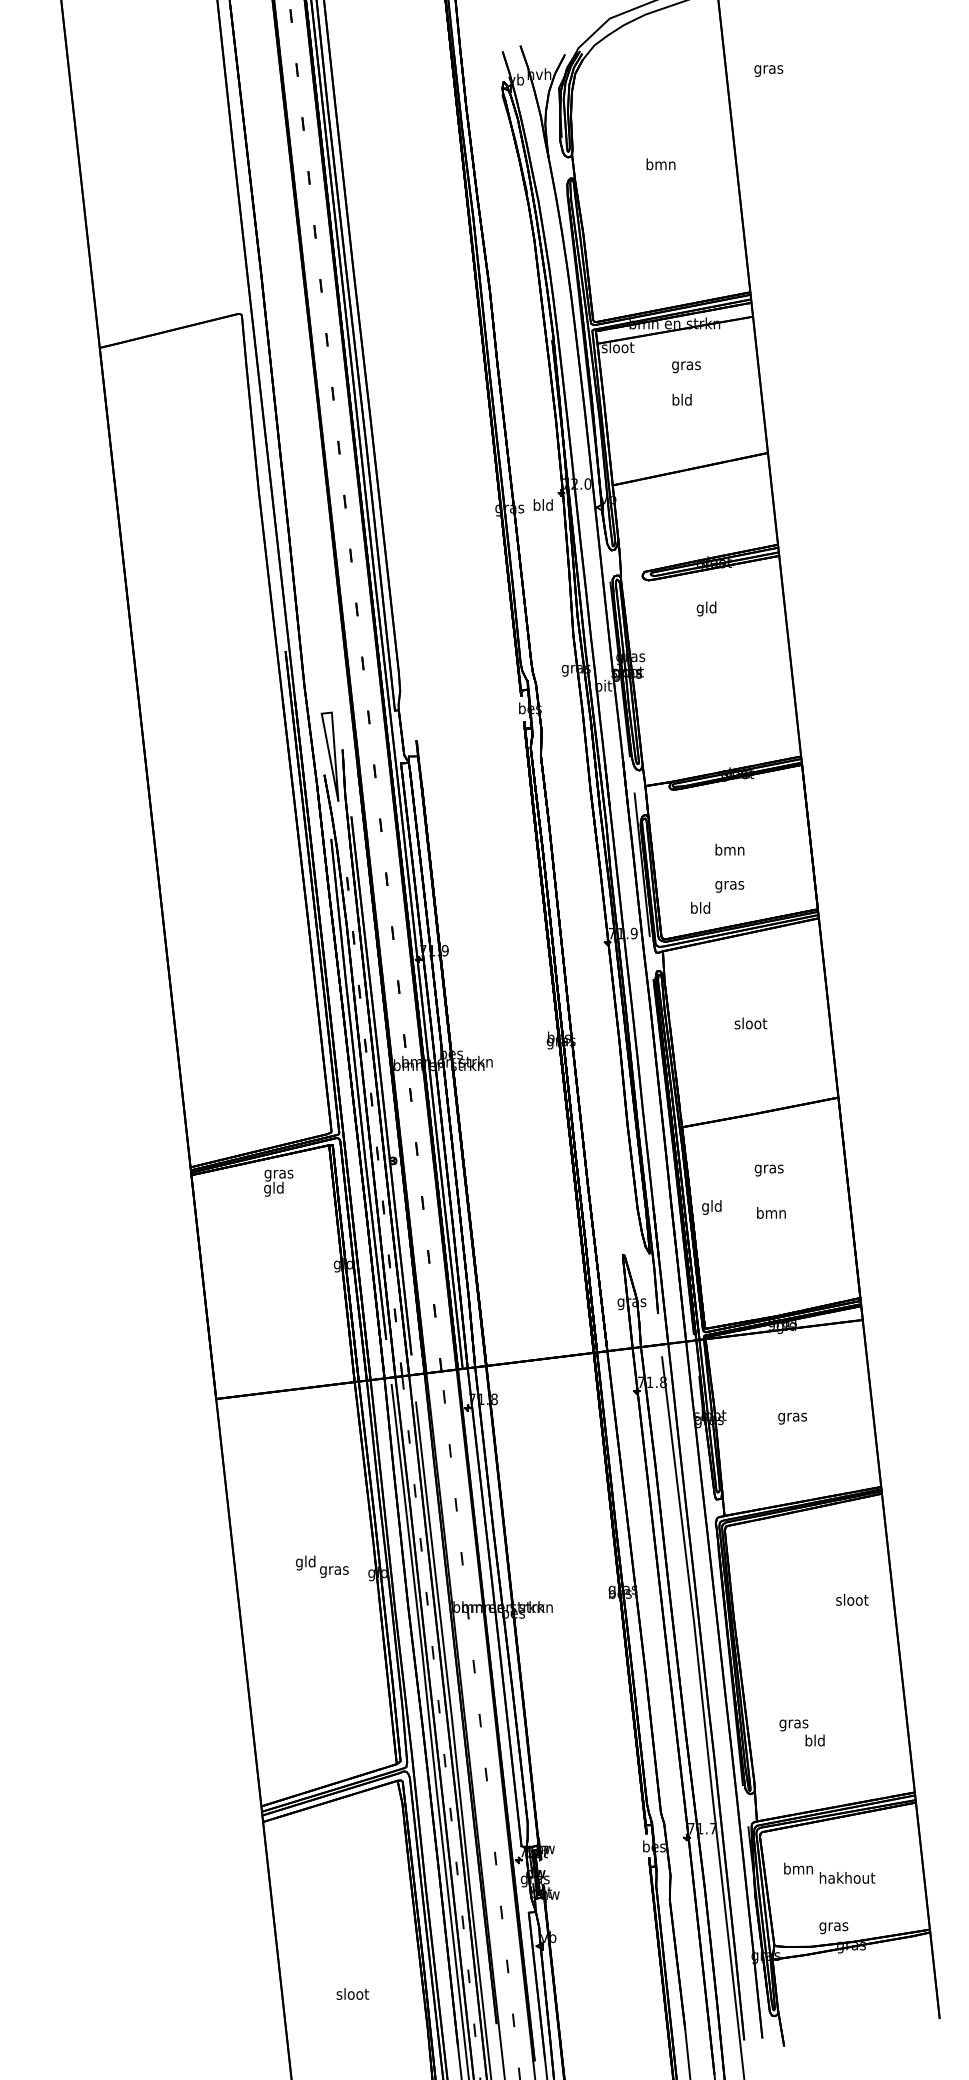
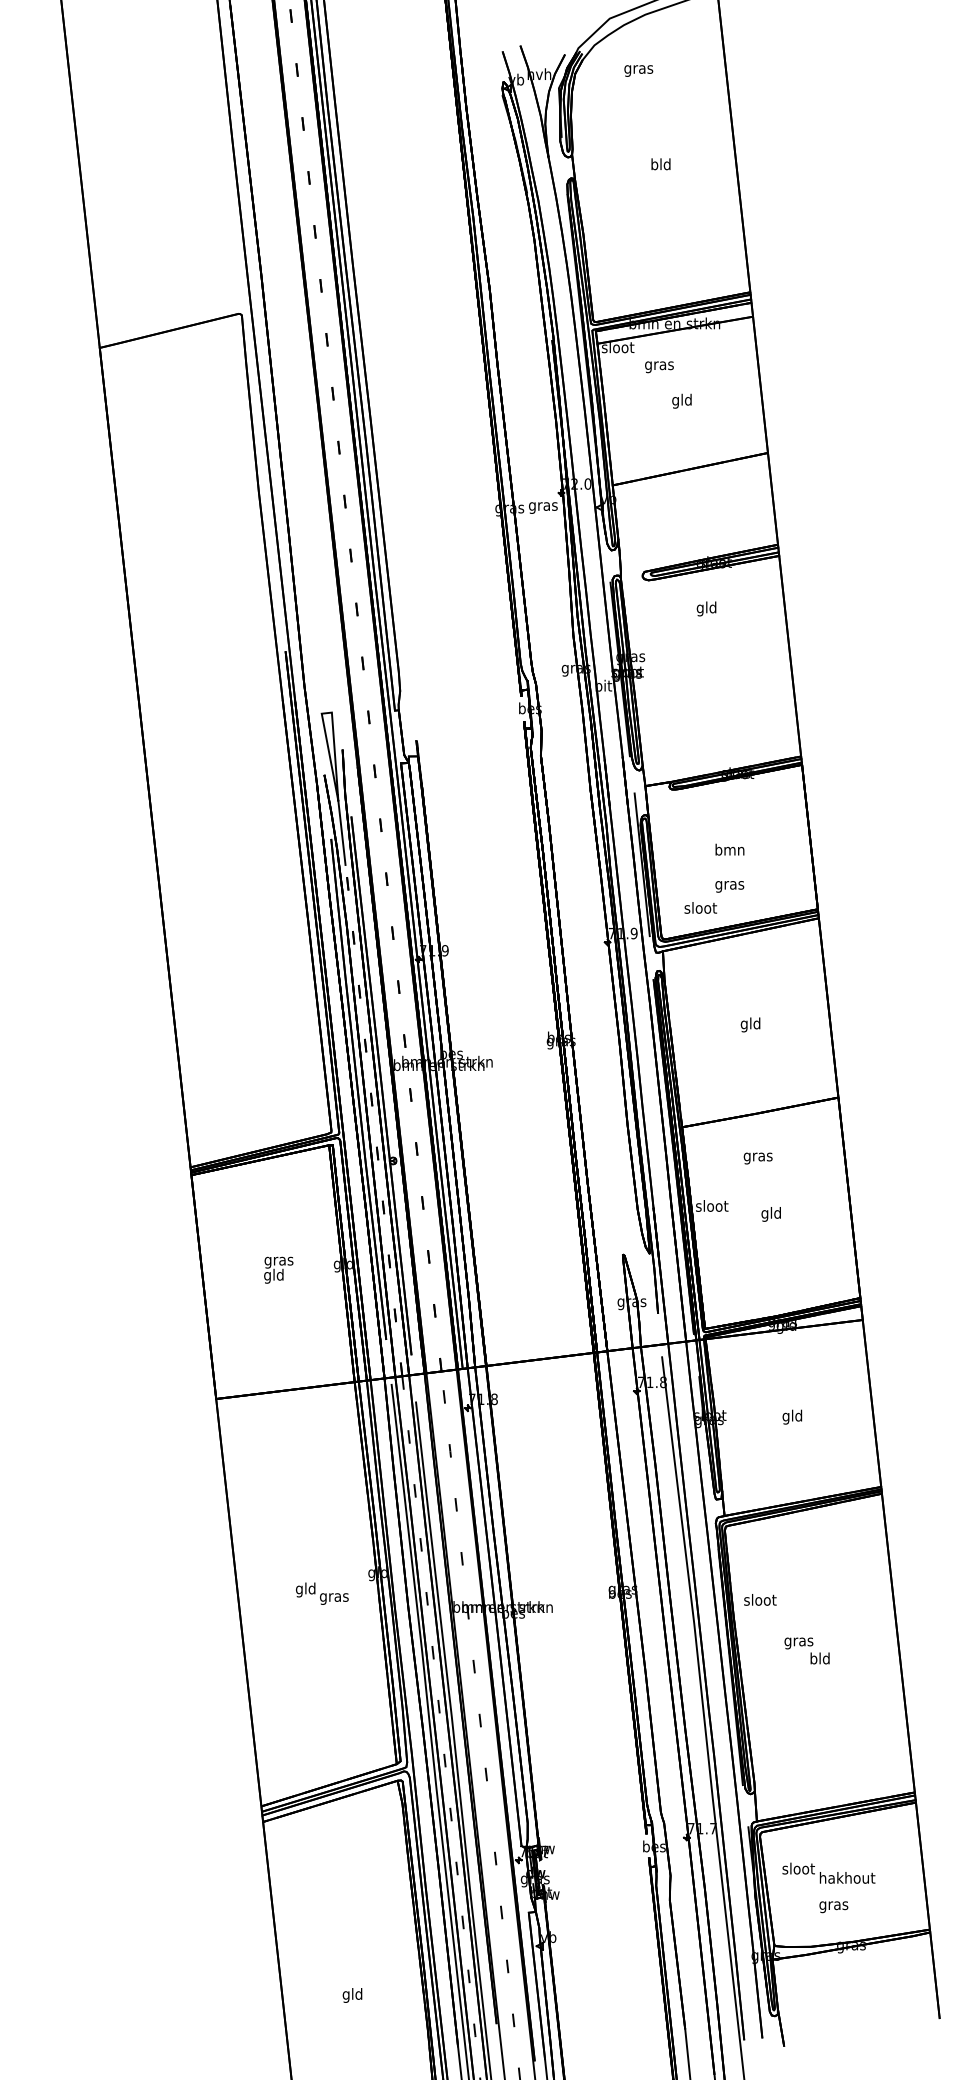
text at (768, 70) position: (768, 70) -> (638, 70)
text at (660, 164): bmn -> bld
text at (686, 367) position: (686, 367) -> (659, 367)
text at (675, 400): bld -> gld
text at (543, 506): bld -> gras
line at (341, 832): none -> present
text at (700, 907): bld -> sloot
text at (750, 1024): sloot -> gld
text at (768, 1170) position: (768, 1170) -> (757, 1158)
text at (278, 1182) position: (278, 1182) -> (278, 1269)
text at (712, 1207): gld -> sloot
text at (771, 1214): bmn -> gld
text at (792, 1416): gras -> gld
text at (322, 1566) position: (322, 1566) -> (322, 1593)
text at (852, 1599) position: (852, 1599) -> (760, 1599)
text at (801, 1732) position: (801, 1732) -> (806, 1650)
text at (798, 1868): bmn -> sloot
text at (833, 1928) position: (833, 1928) -> (833, 1907)
text at (352, 1995): sloot -> gld
